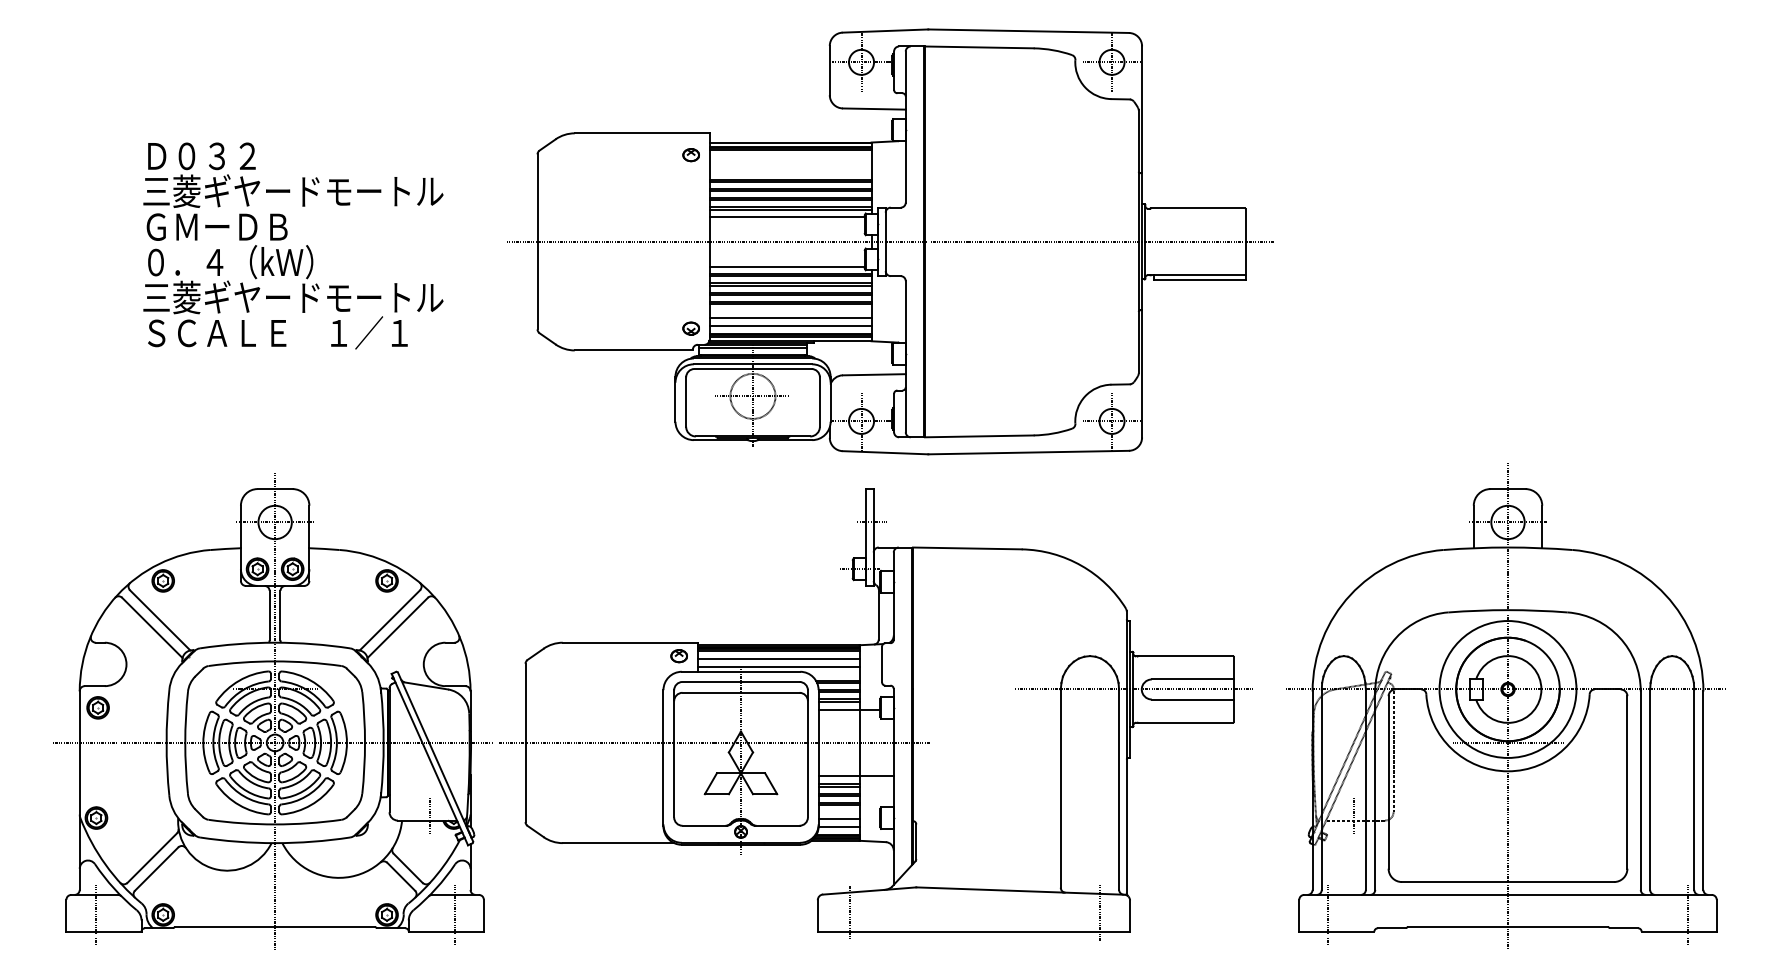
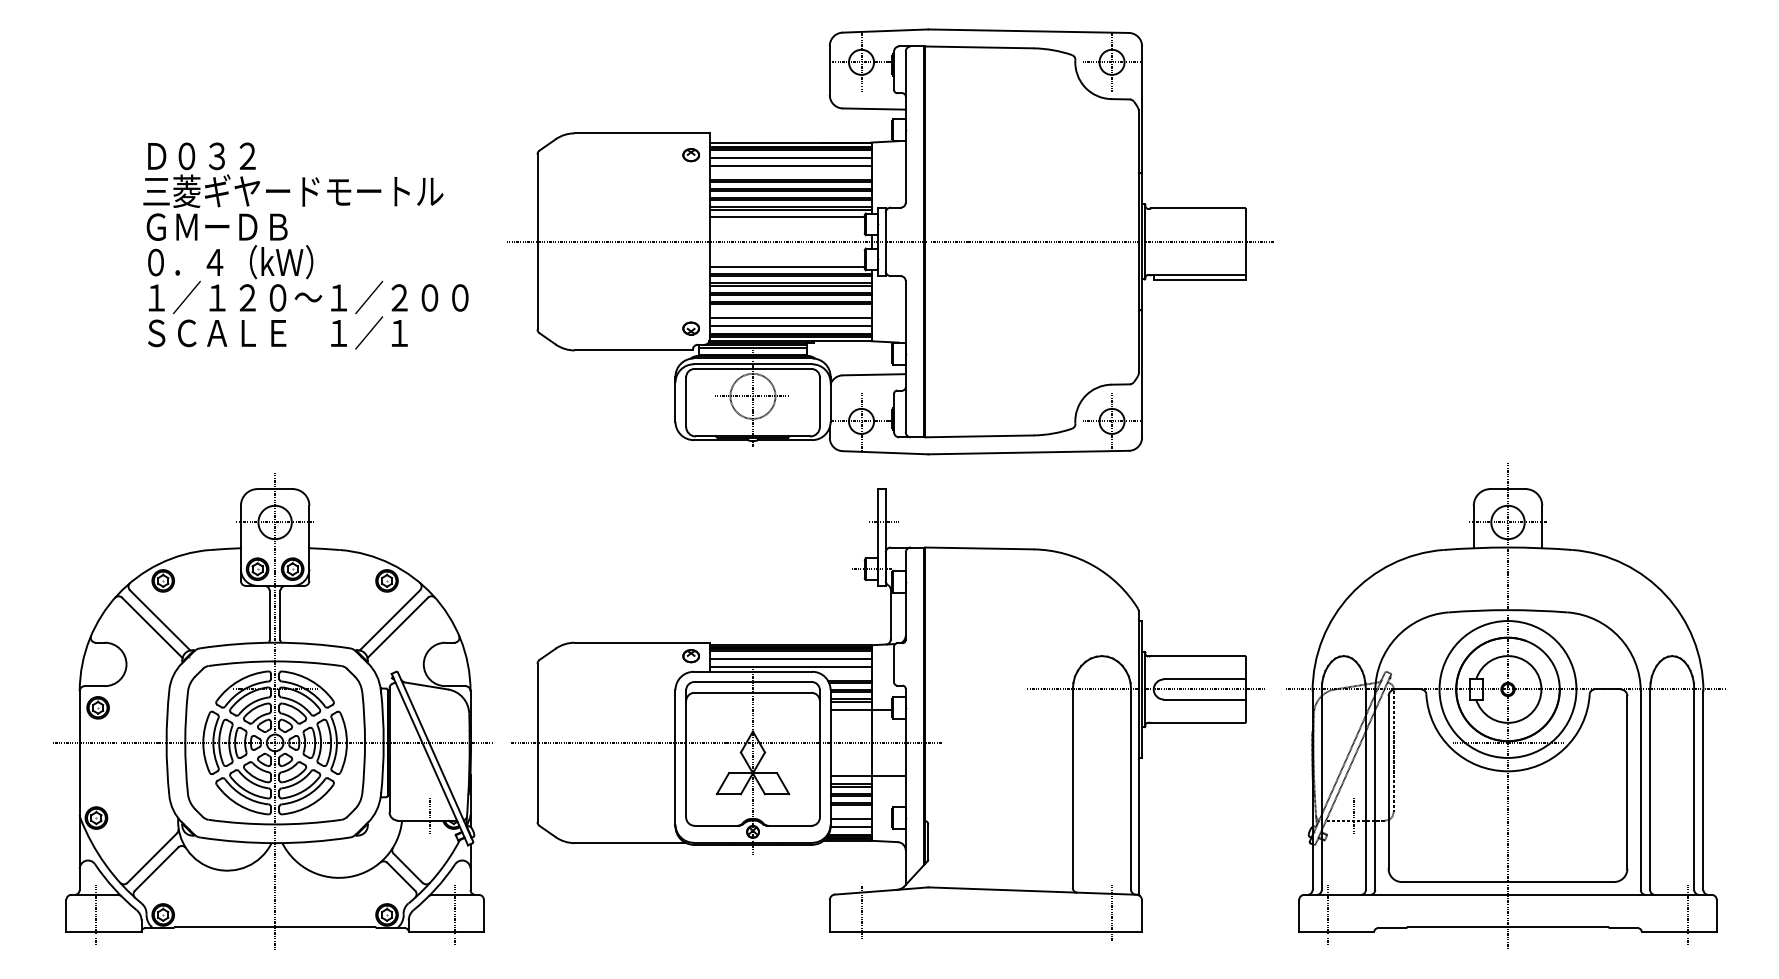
line at (790, 157): none -> present
line at (790, 166): none -> present
text at (305, 297): 三菱ギヤードモートル -> １／１２０～１／２００
part at (875, 714) position: (875, 714) -> (887, 714)
